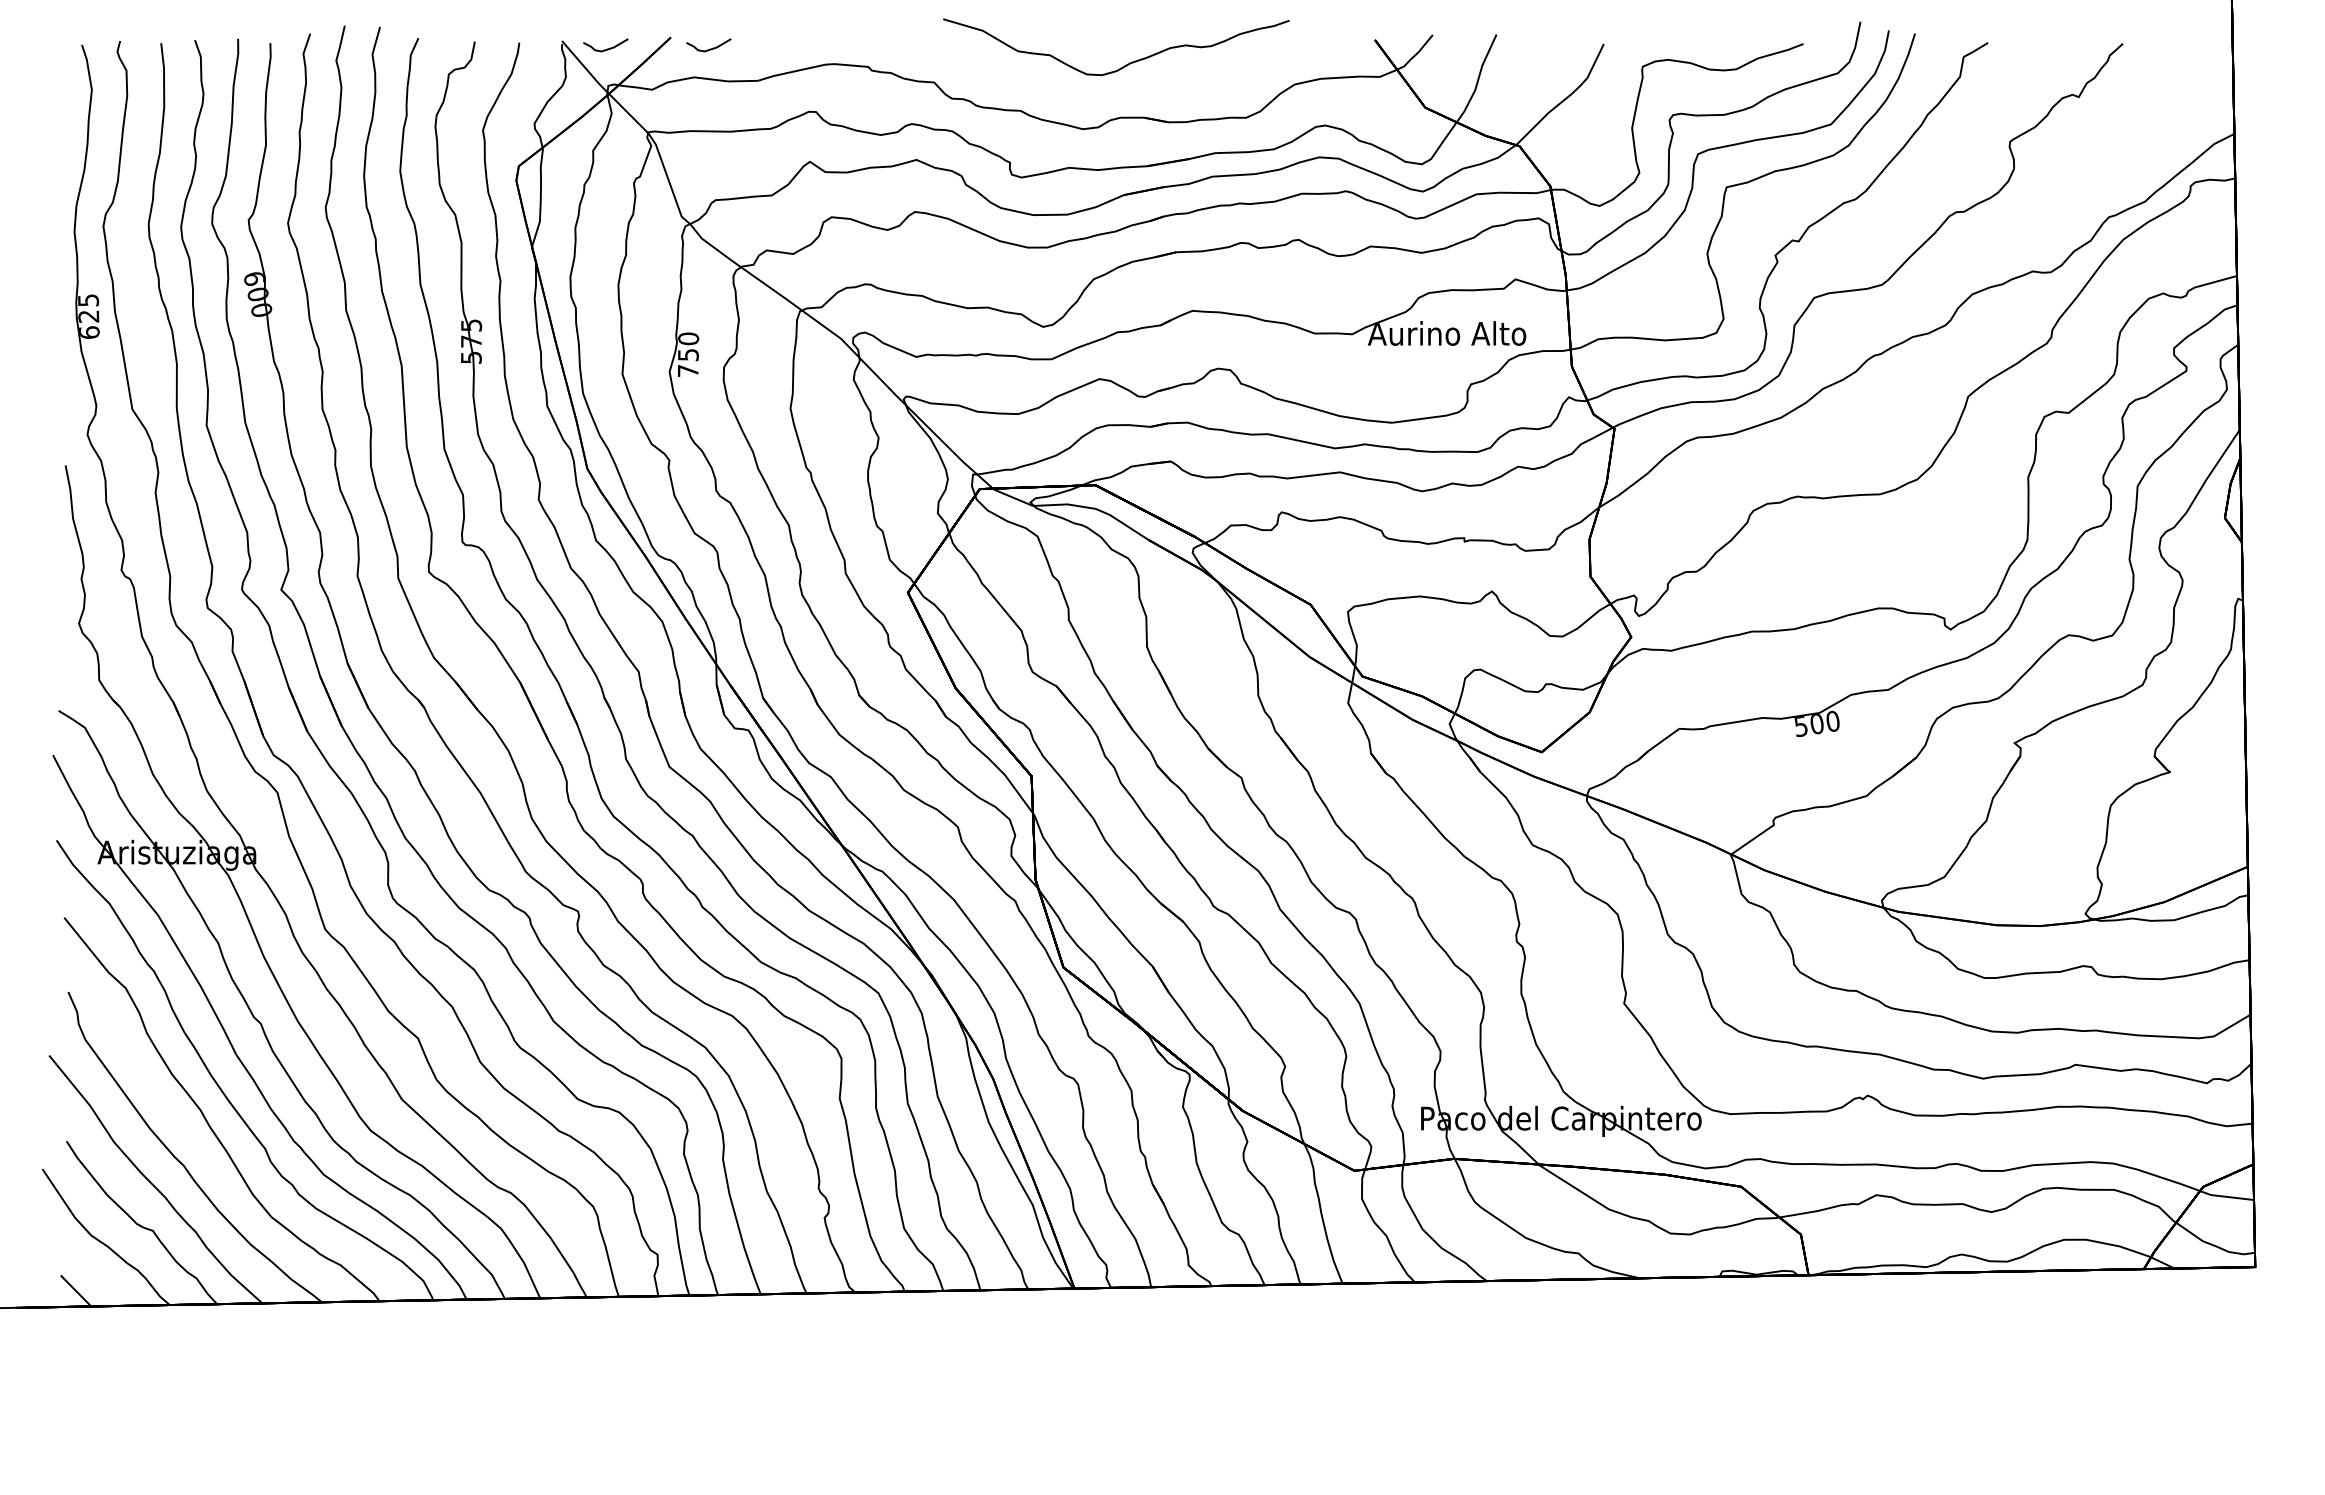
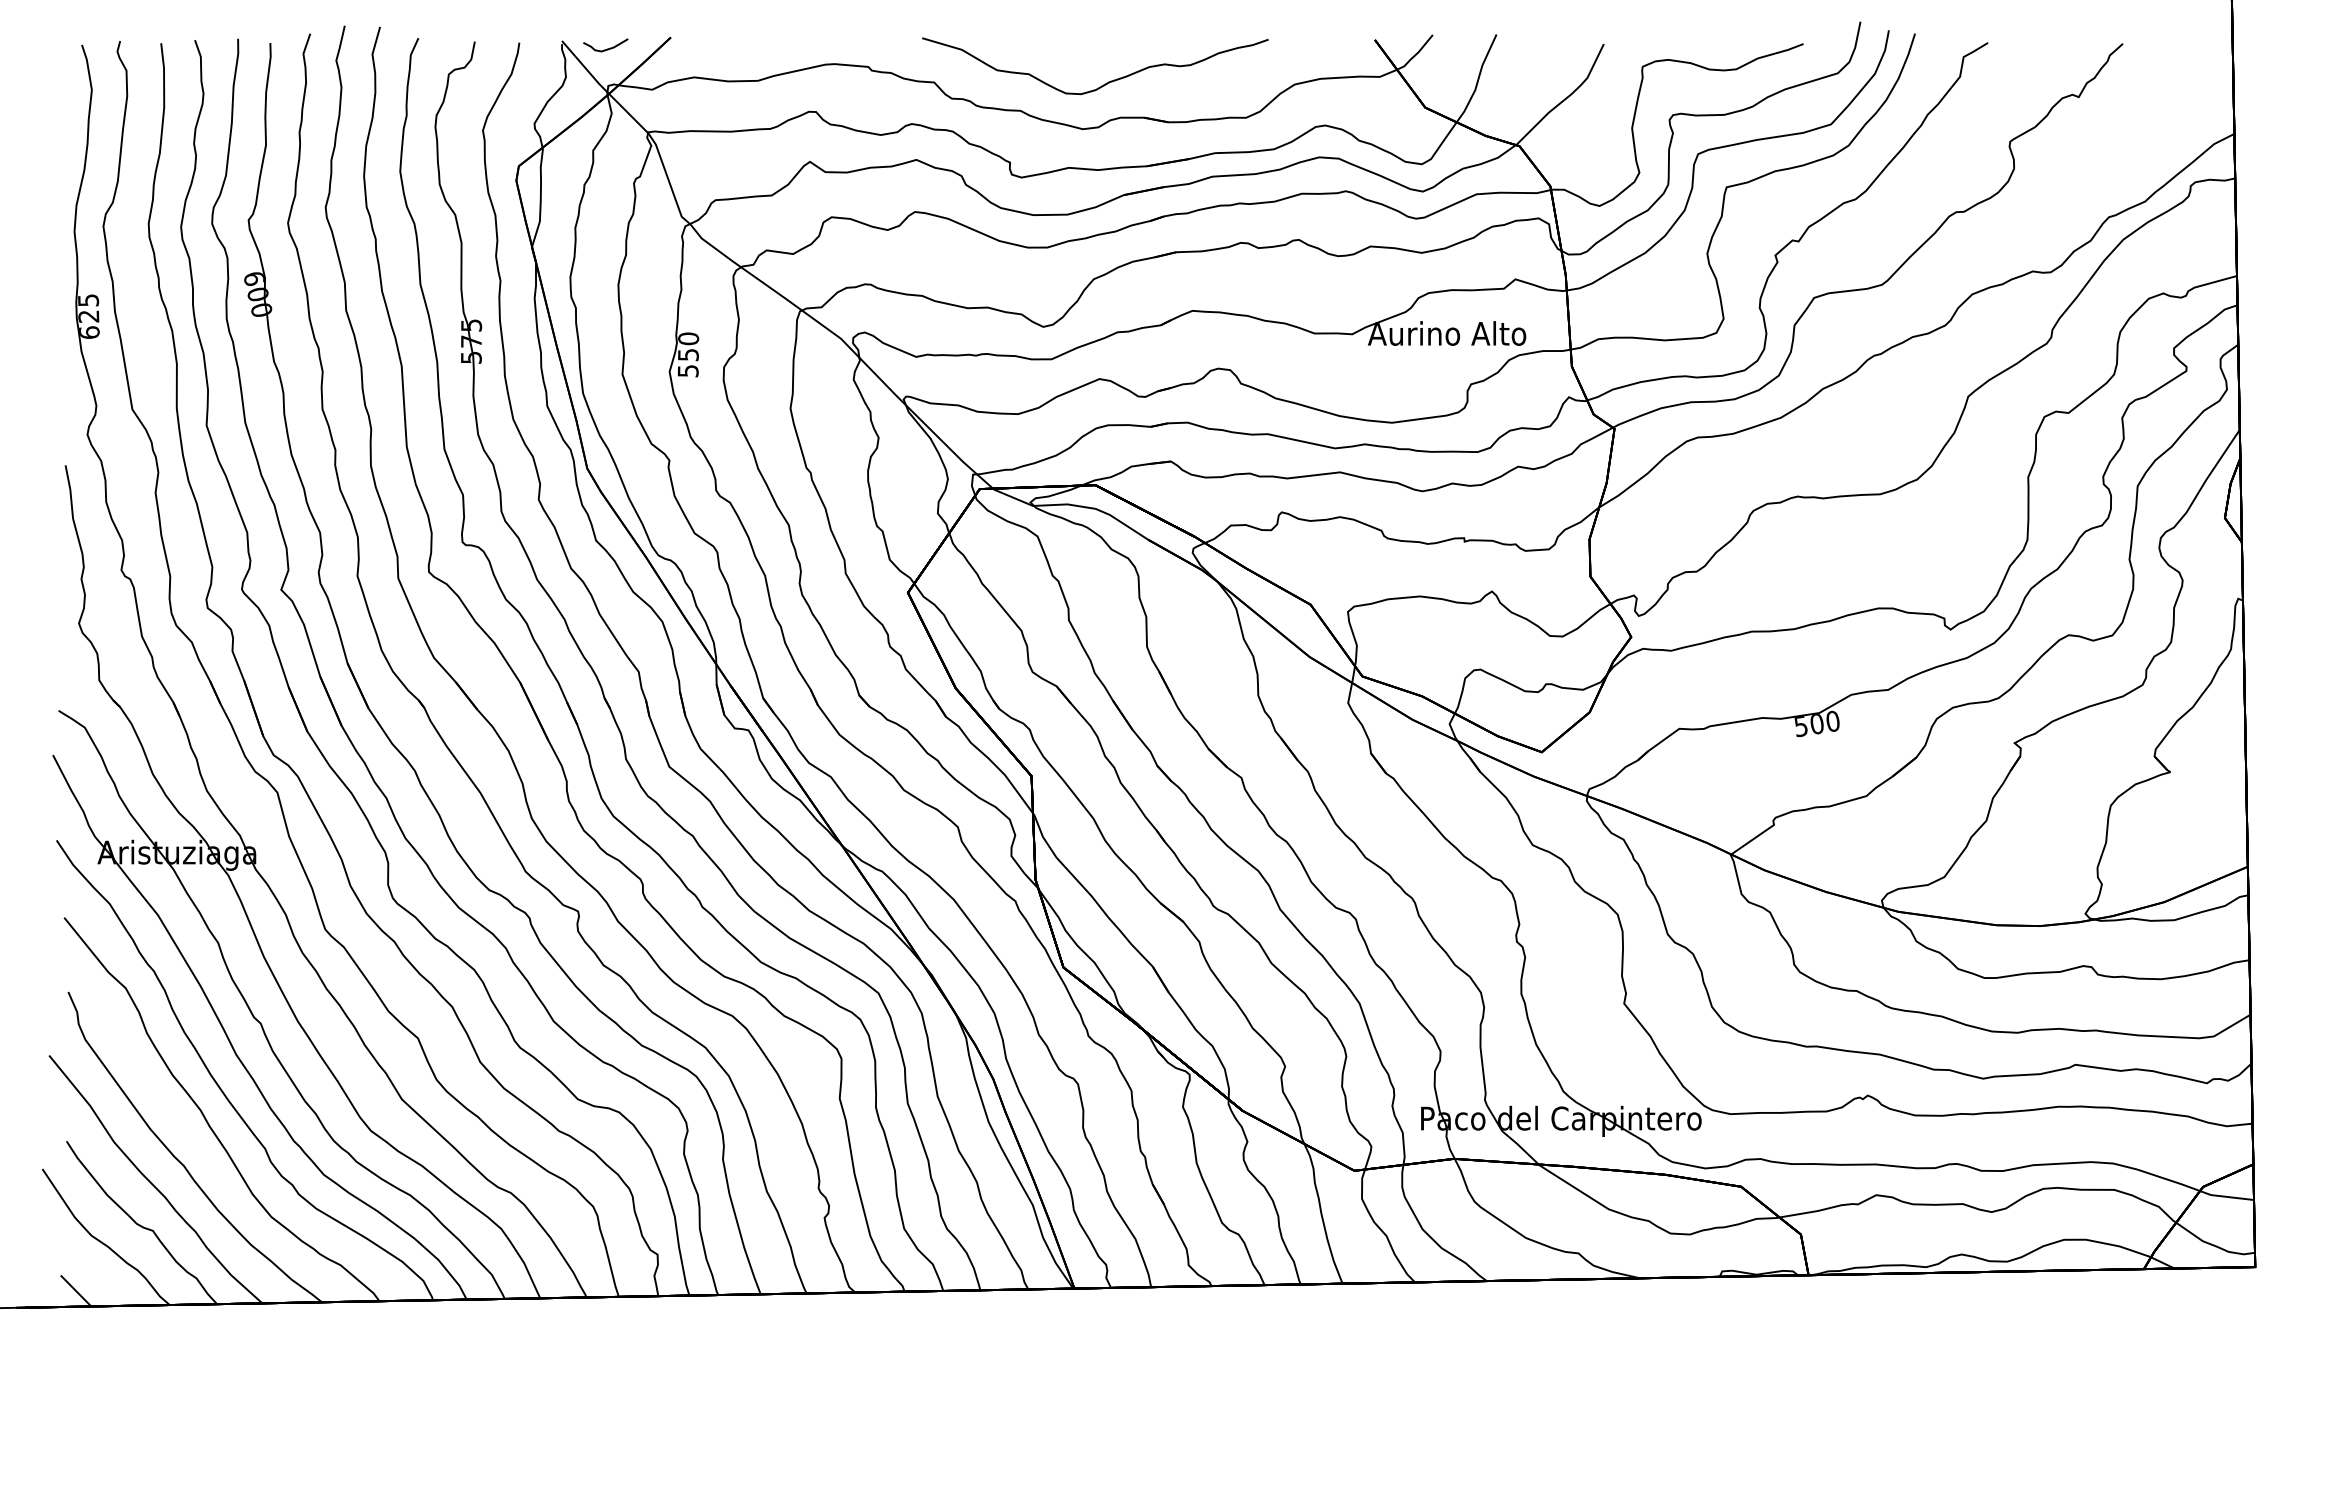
curve at (710, 48): present -> none
curve at (1127, 63) position: (1127, 63) -> (1106, 82)
text at (688, 371): 750 -> 550
